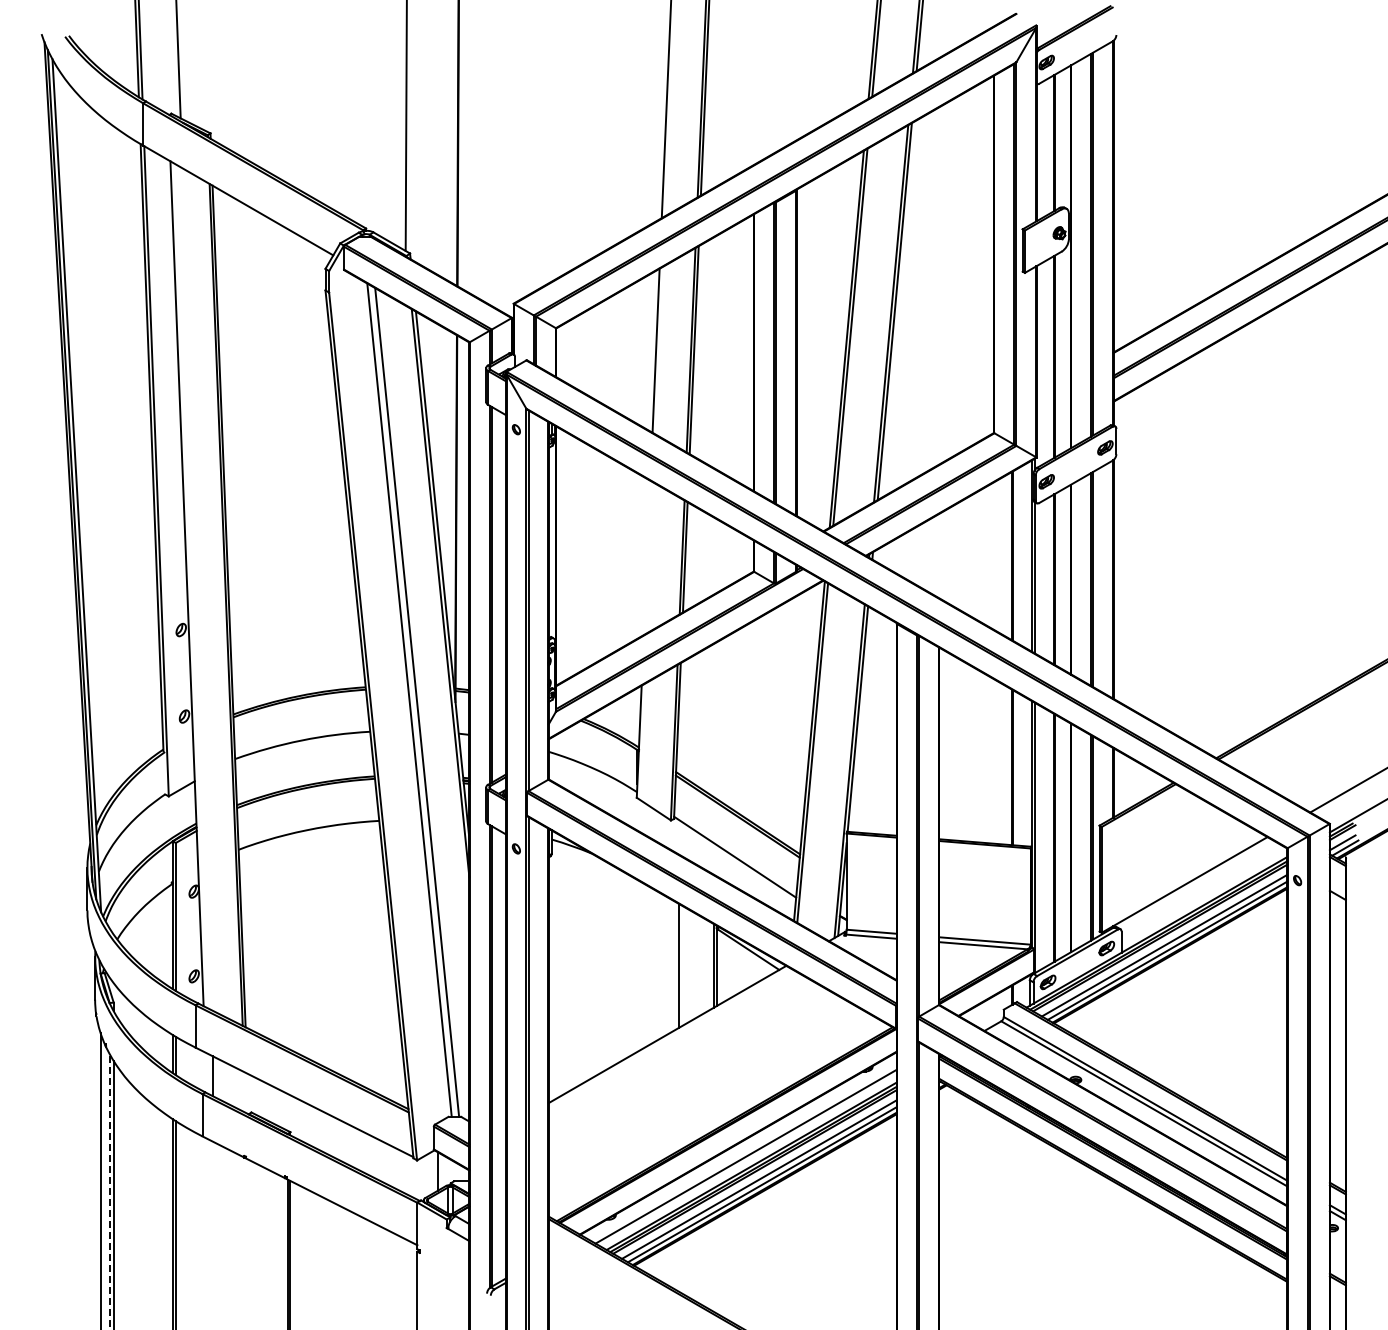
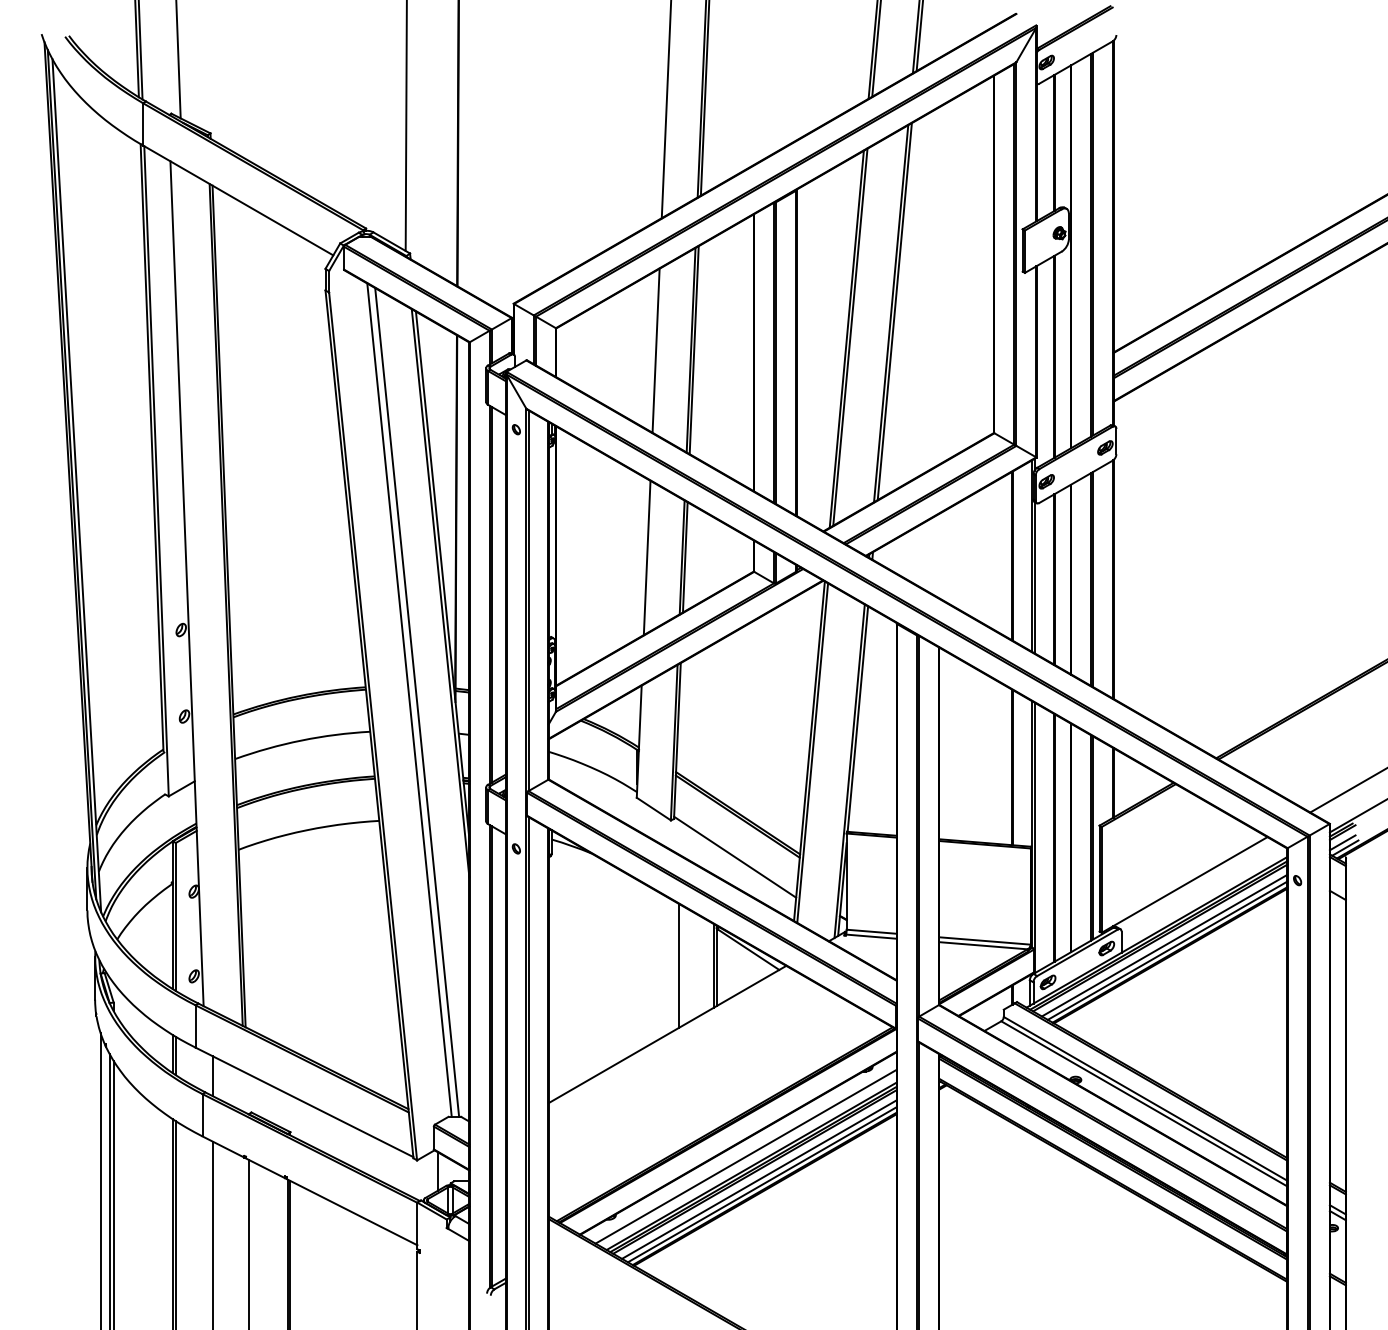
line at (646, 557): none -> present
line at (109, 1191): dashed -> solid
line at (212, 1233): none -> present
line at (248, 1242): none -> present
